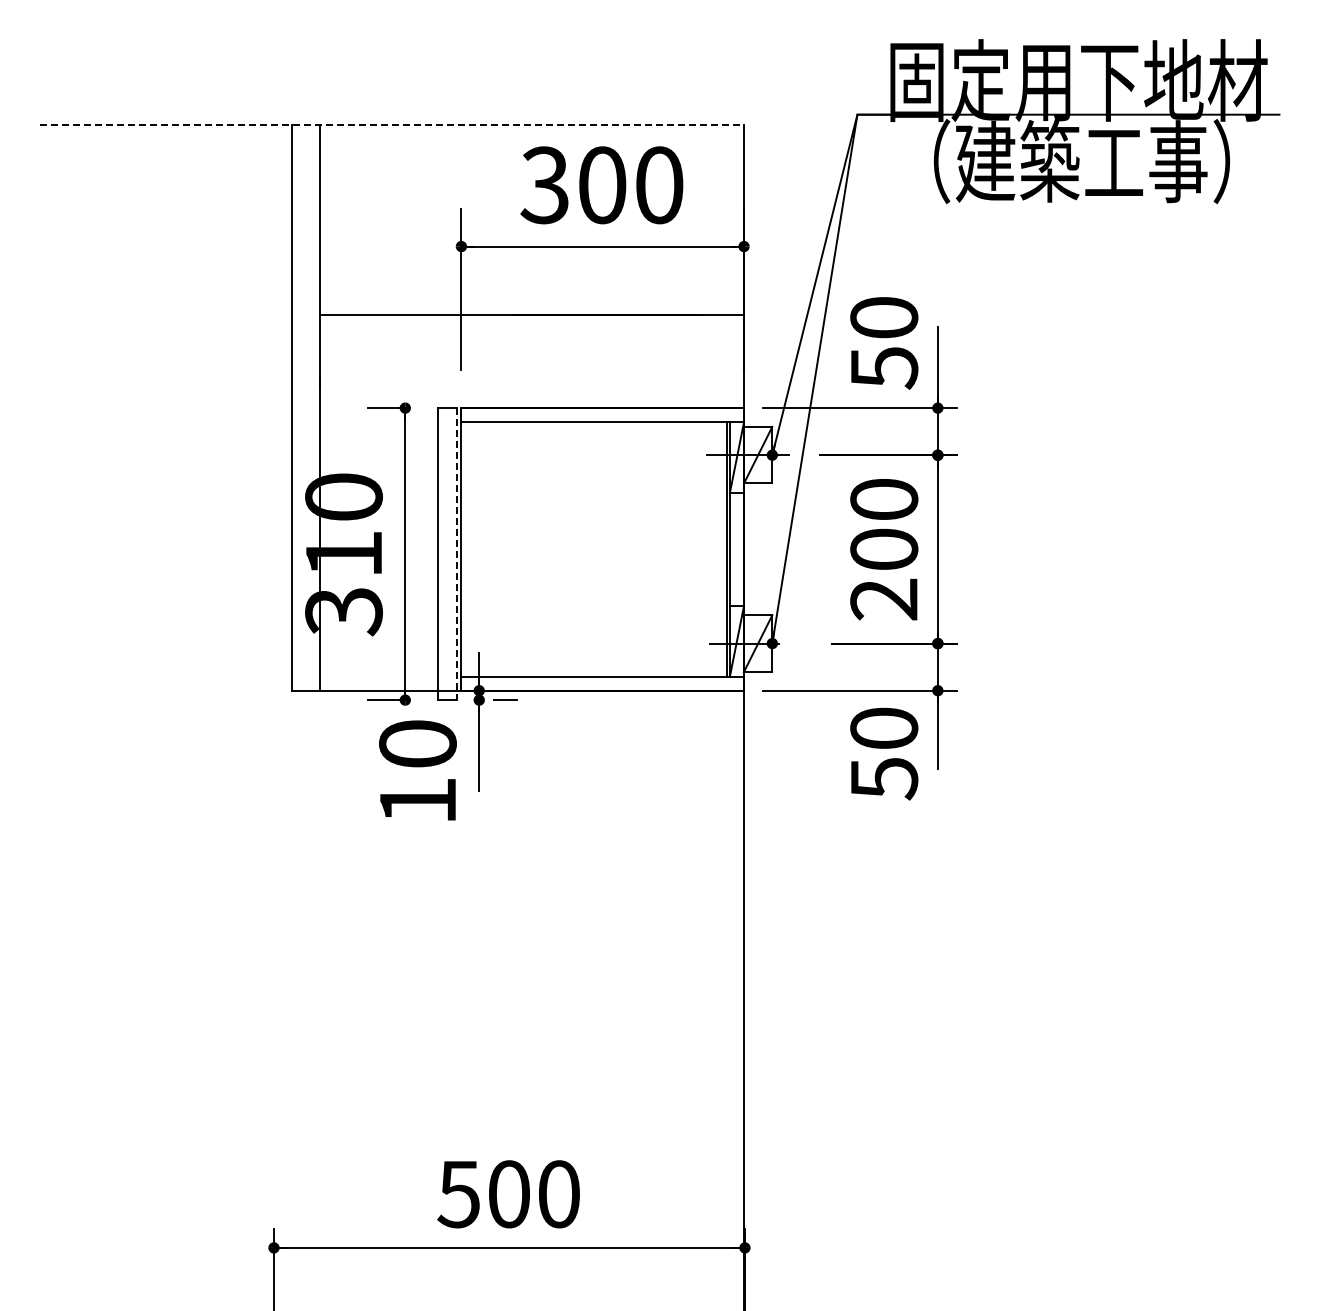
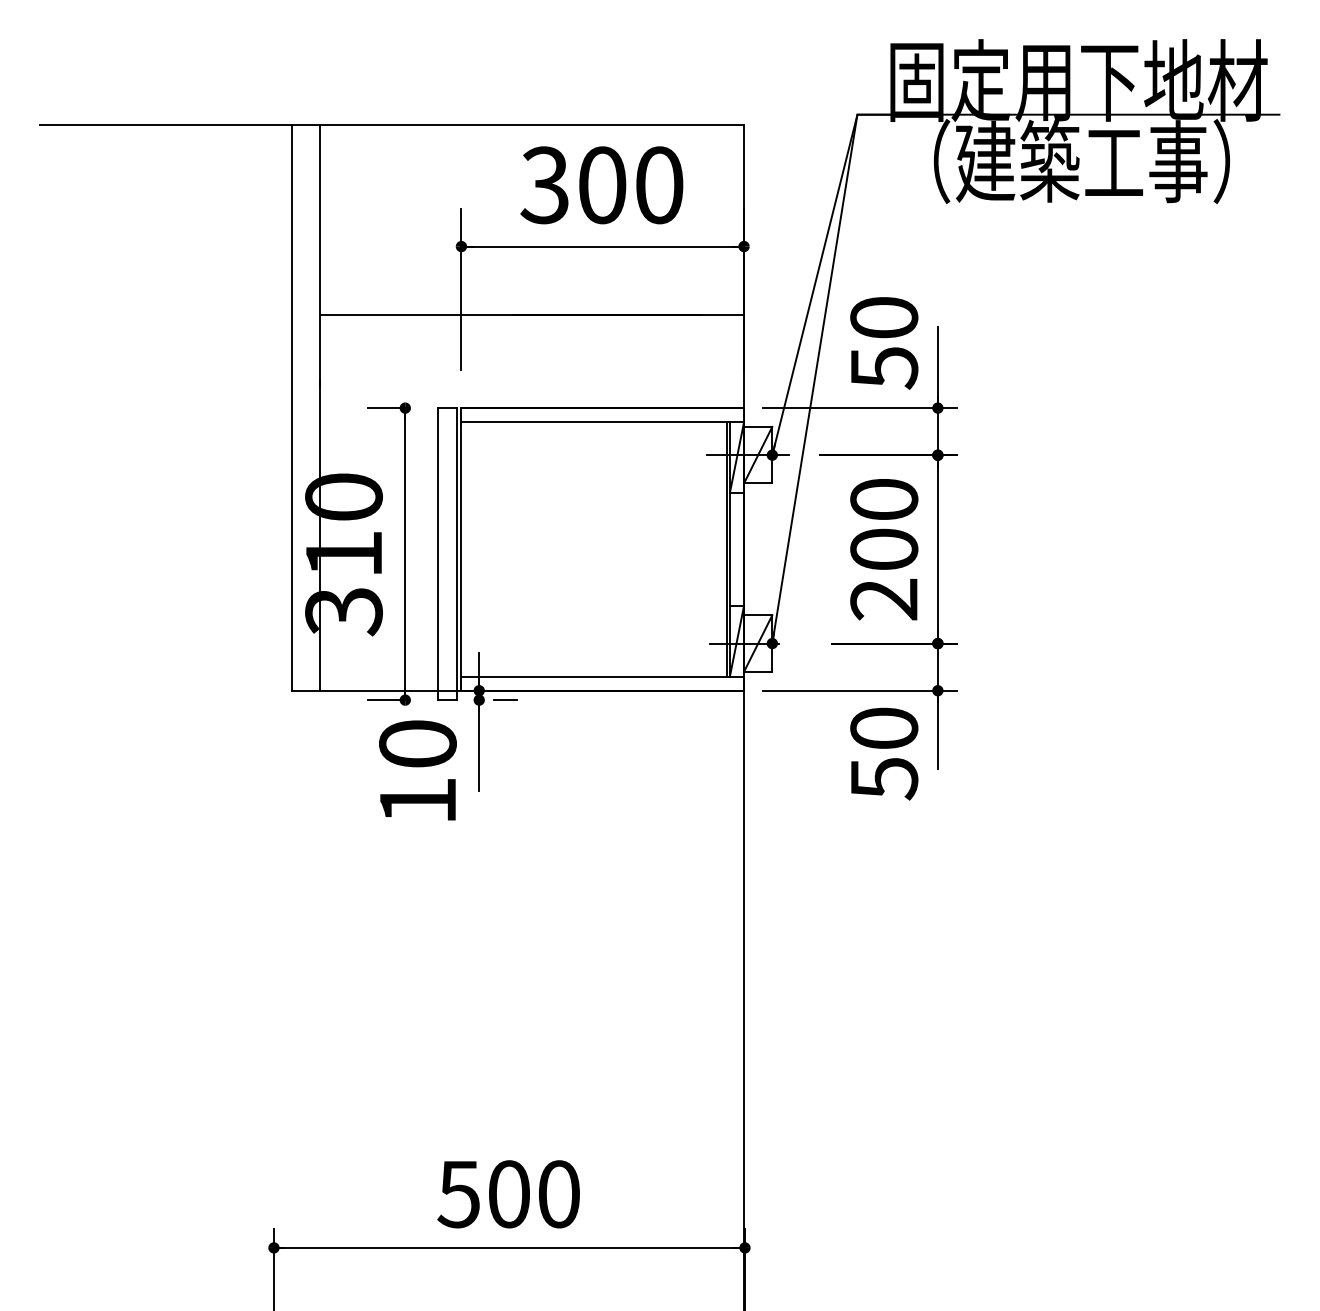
line at (392, 125): dashed -> solid
line at (456, 554): dashed -> solid
